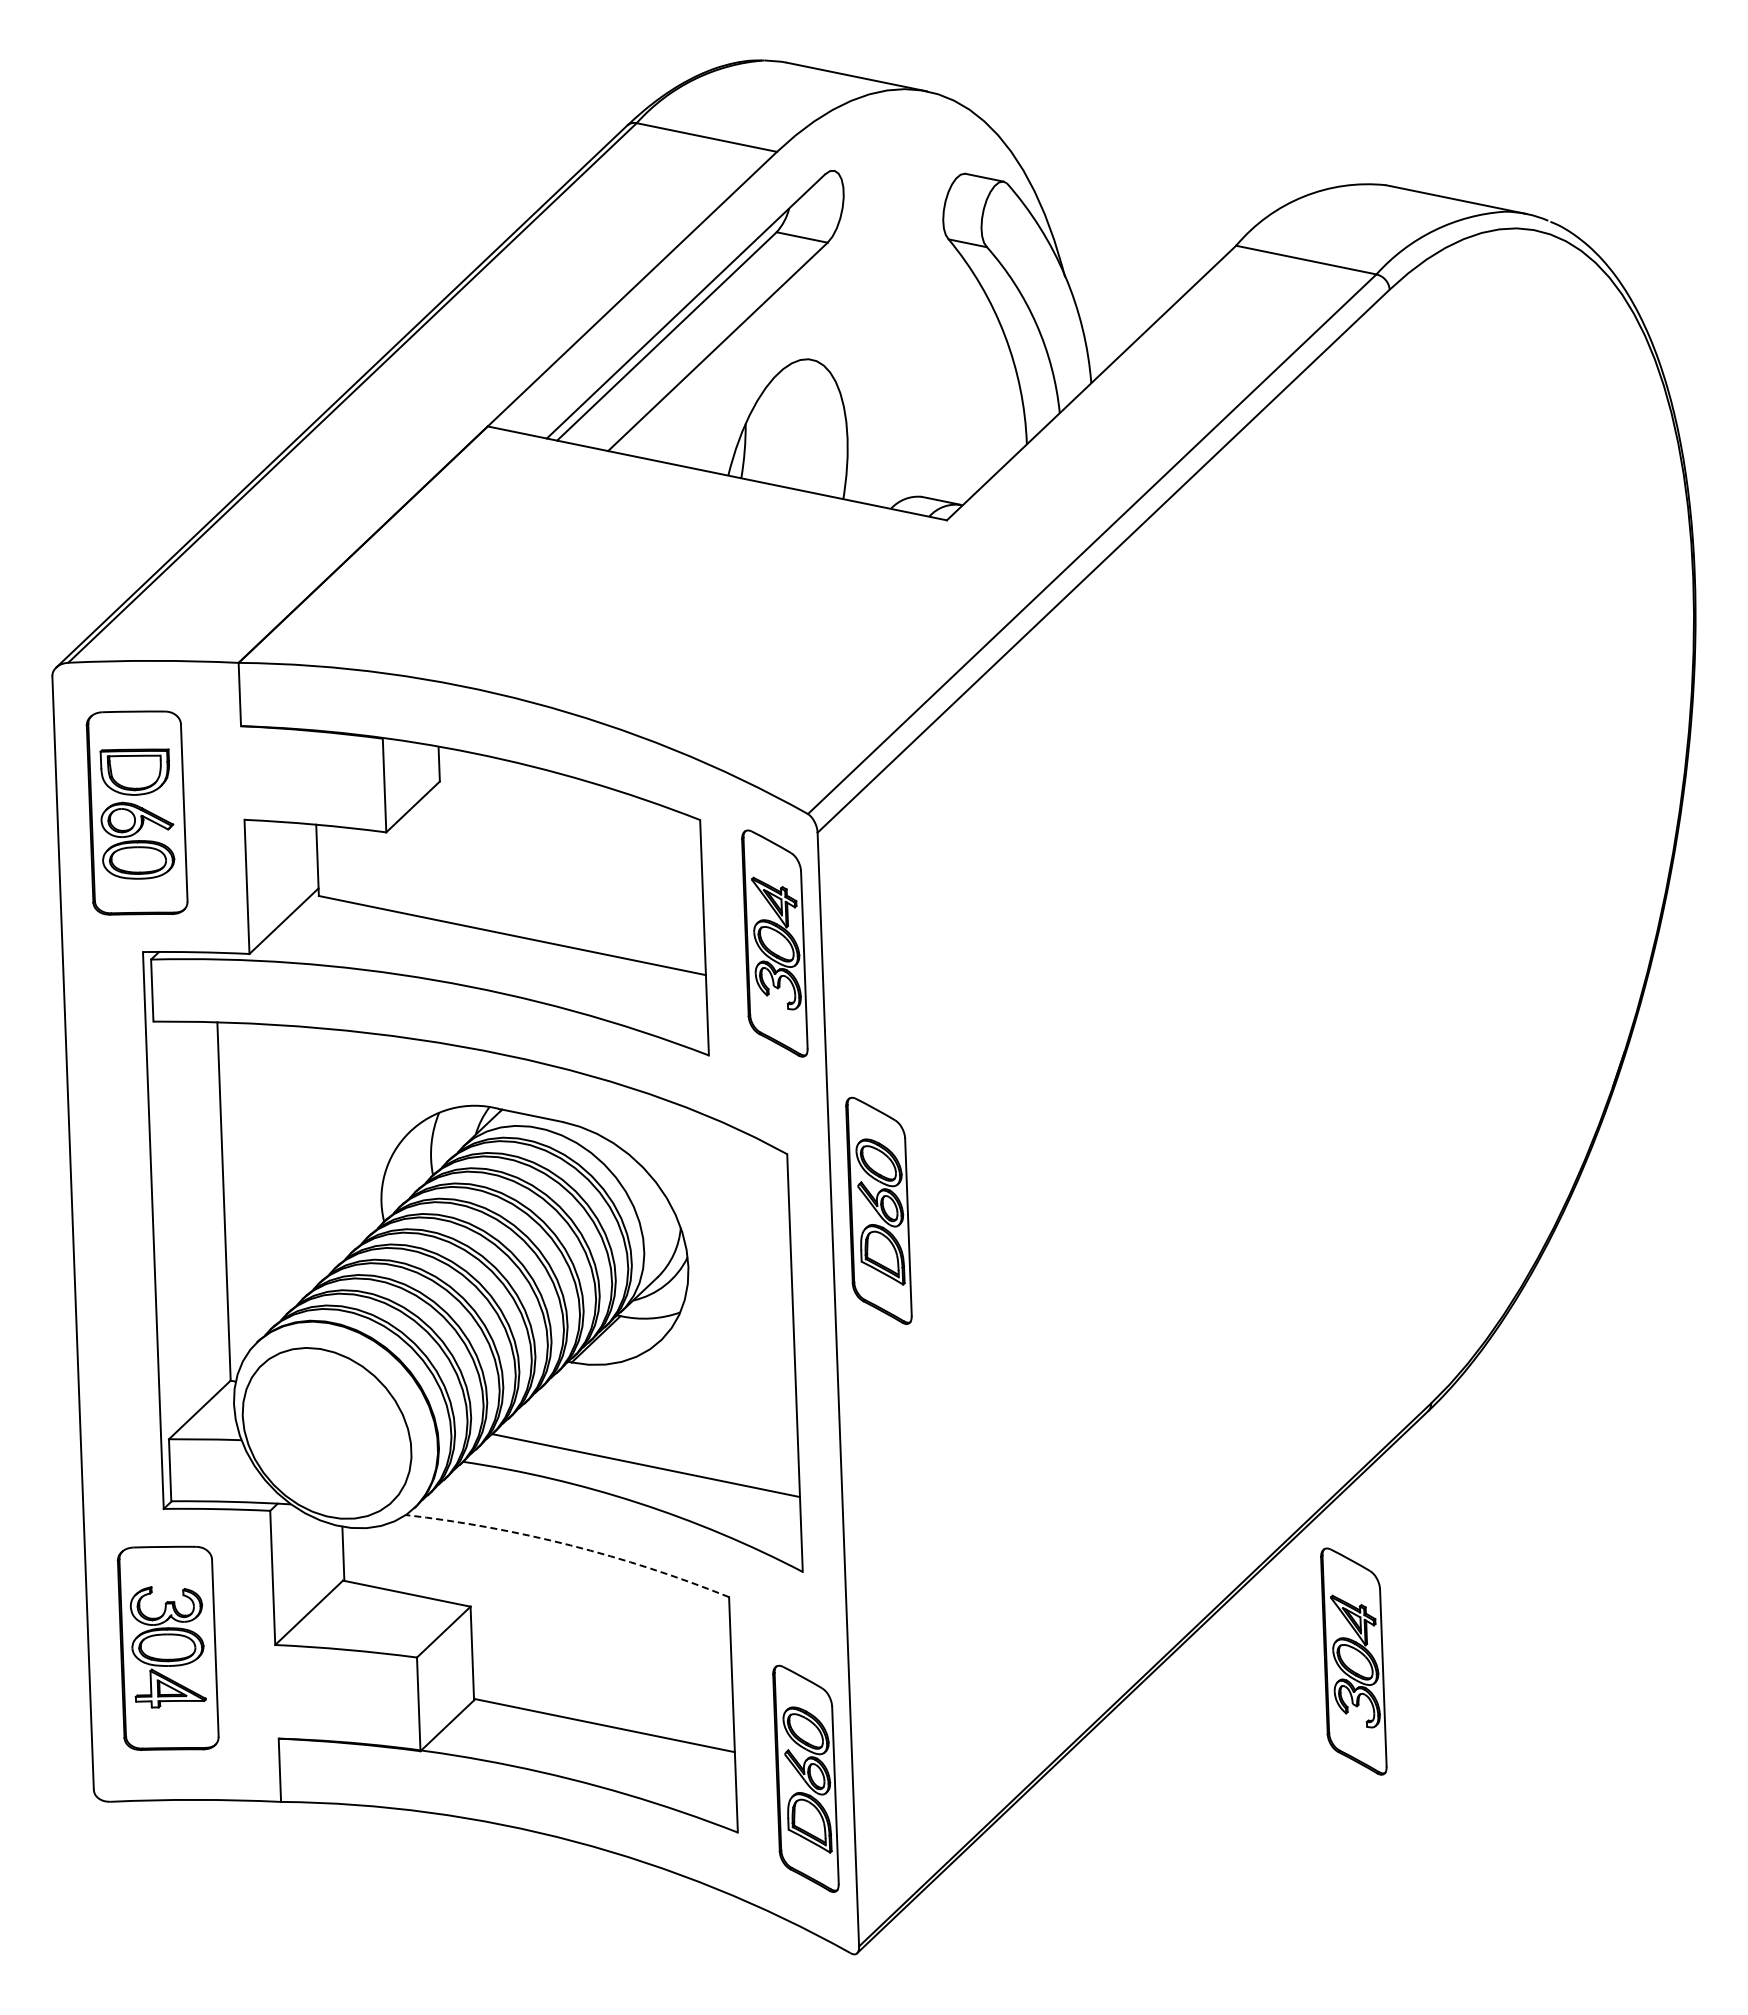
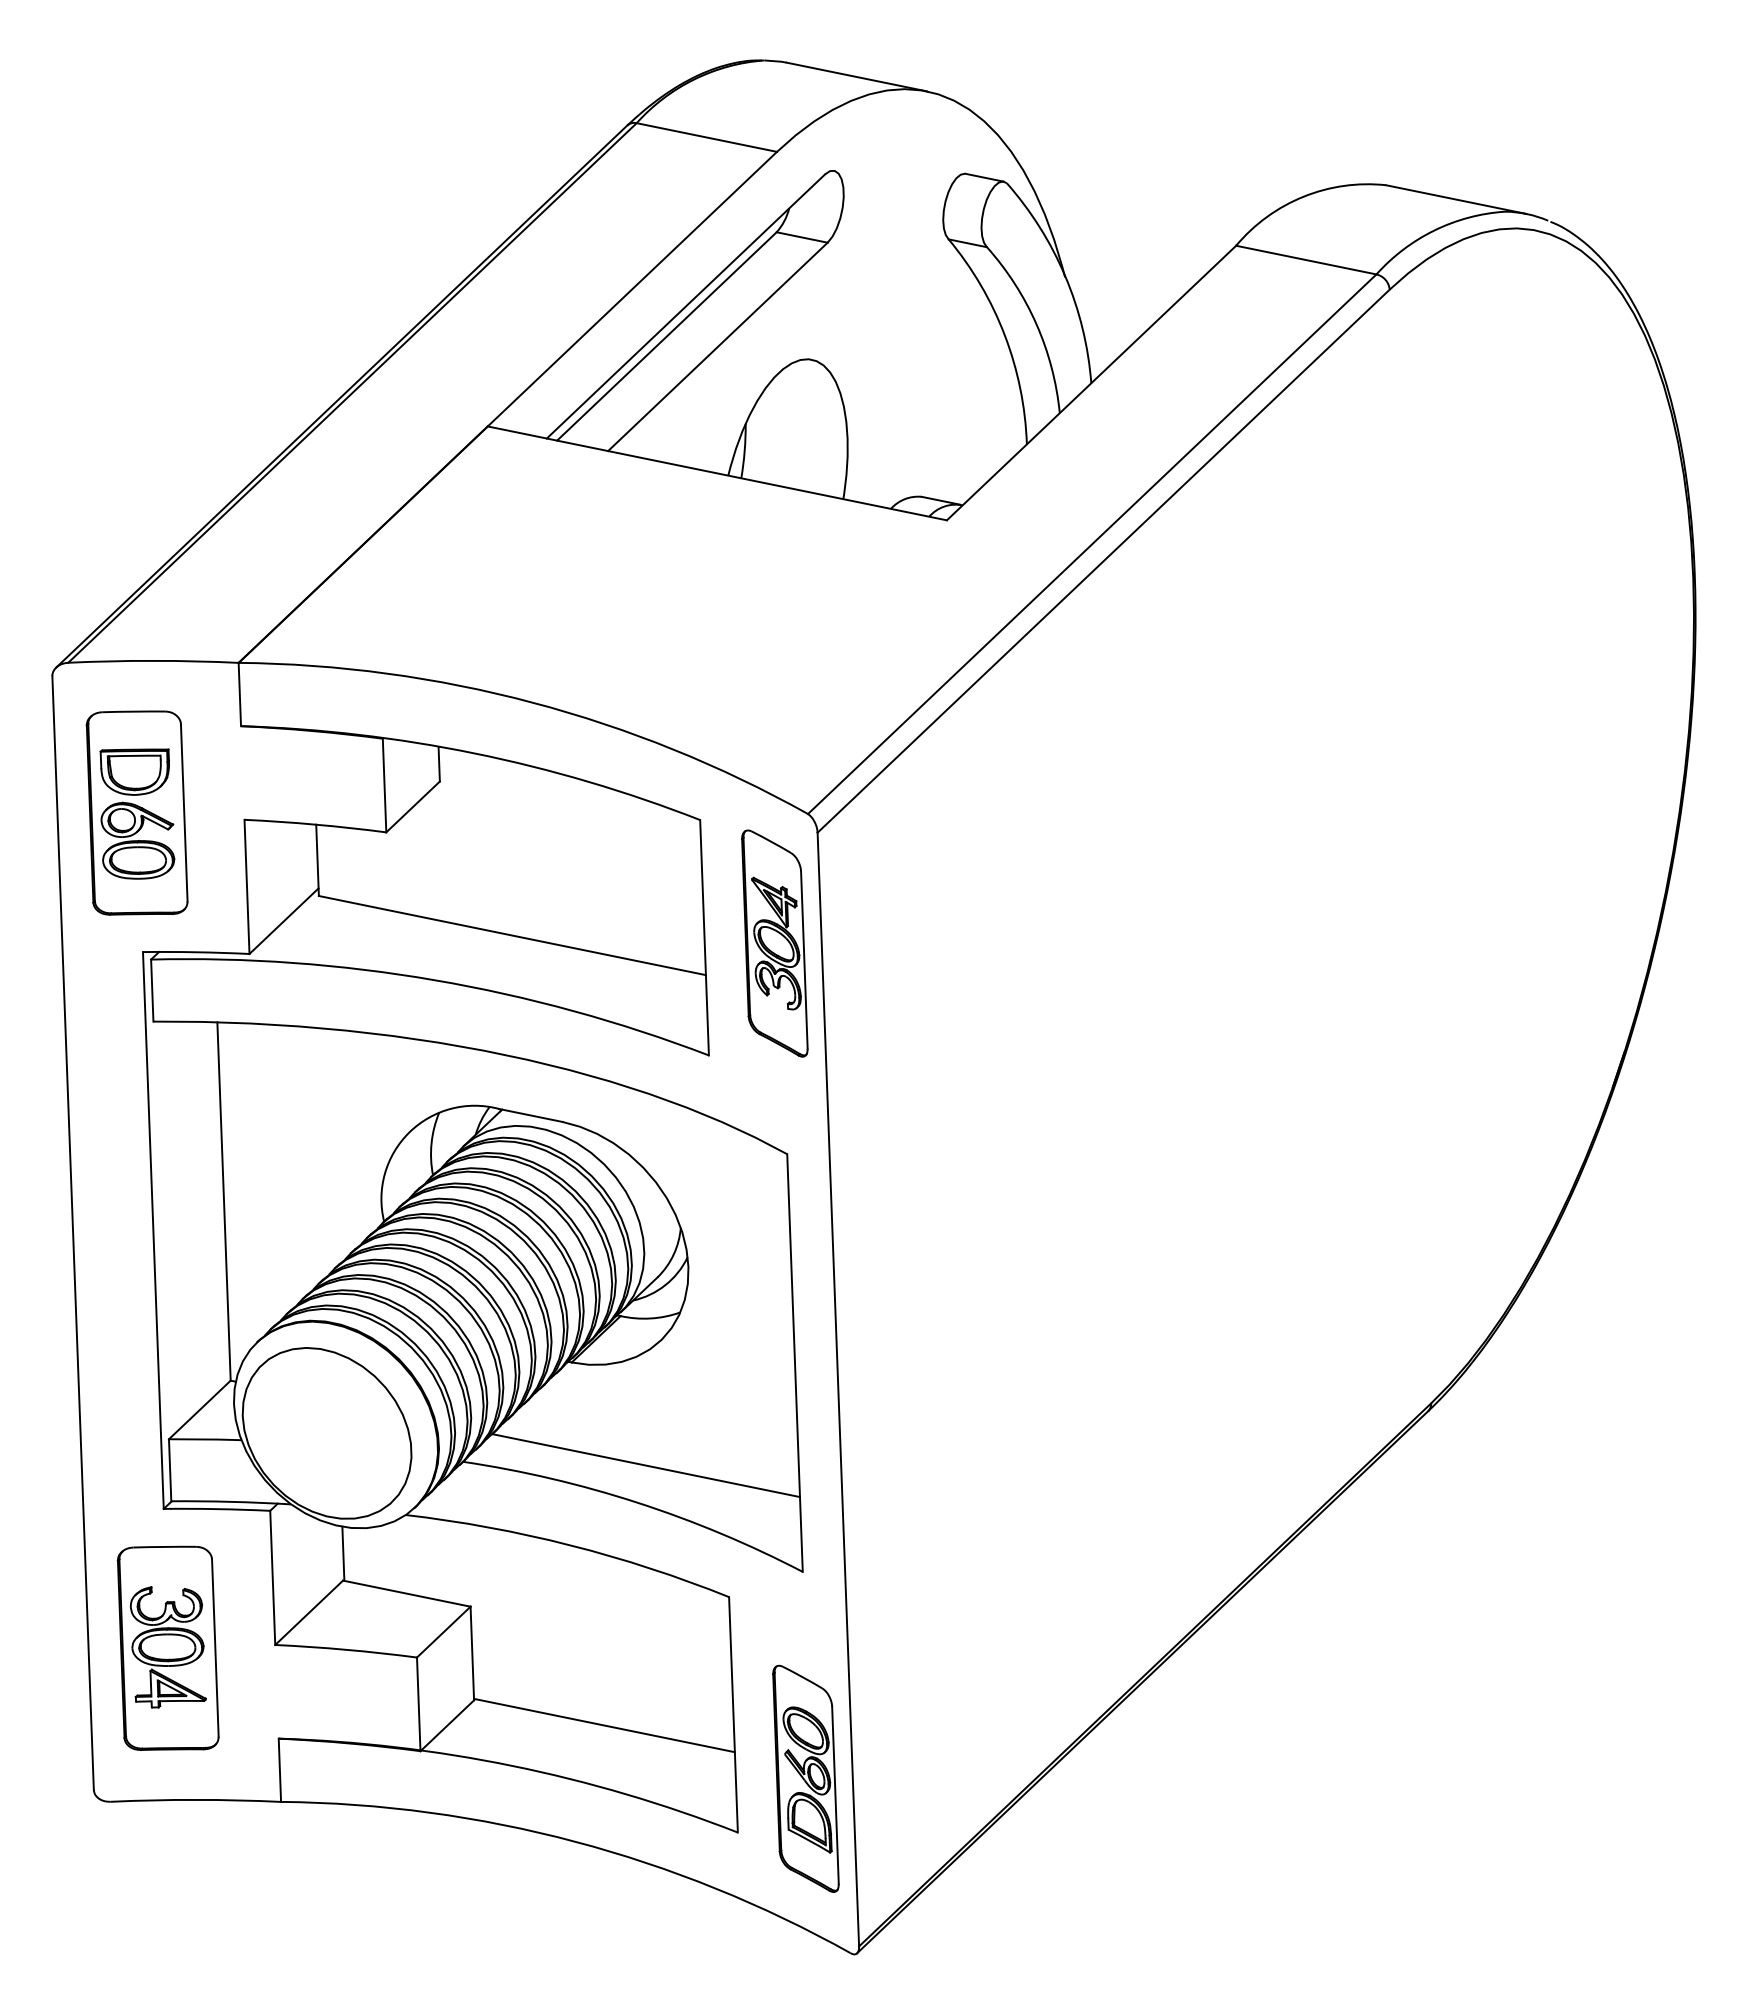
part at (878, 1210): present -> none
arc at (570, 1545): dashed -> solid
part at (1353, 1661): present -> none
